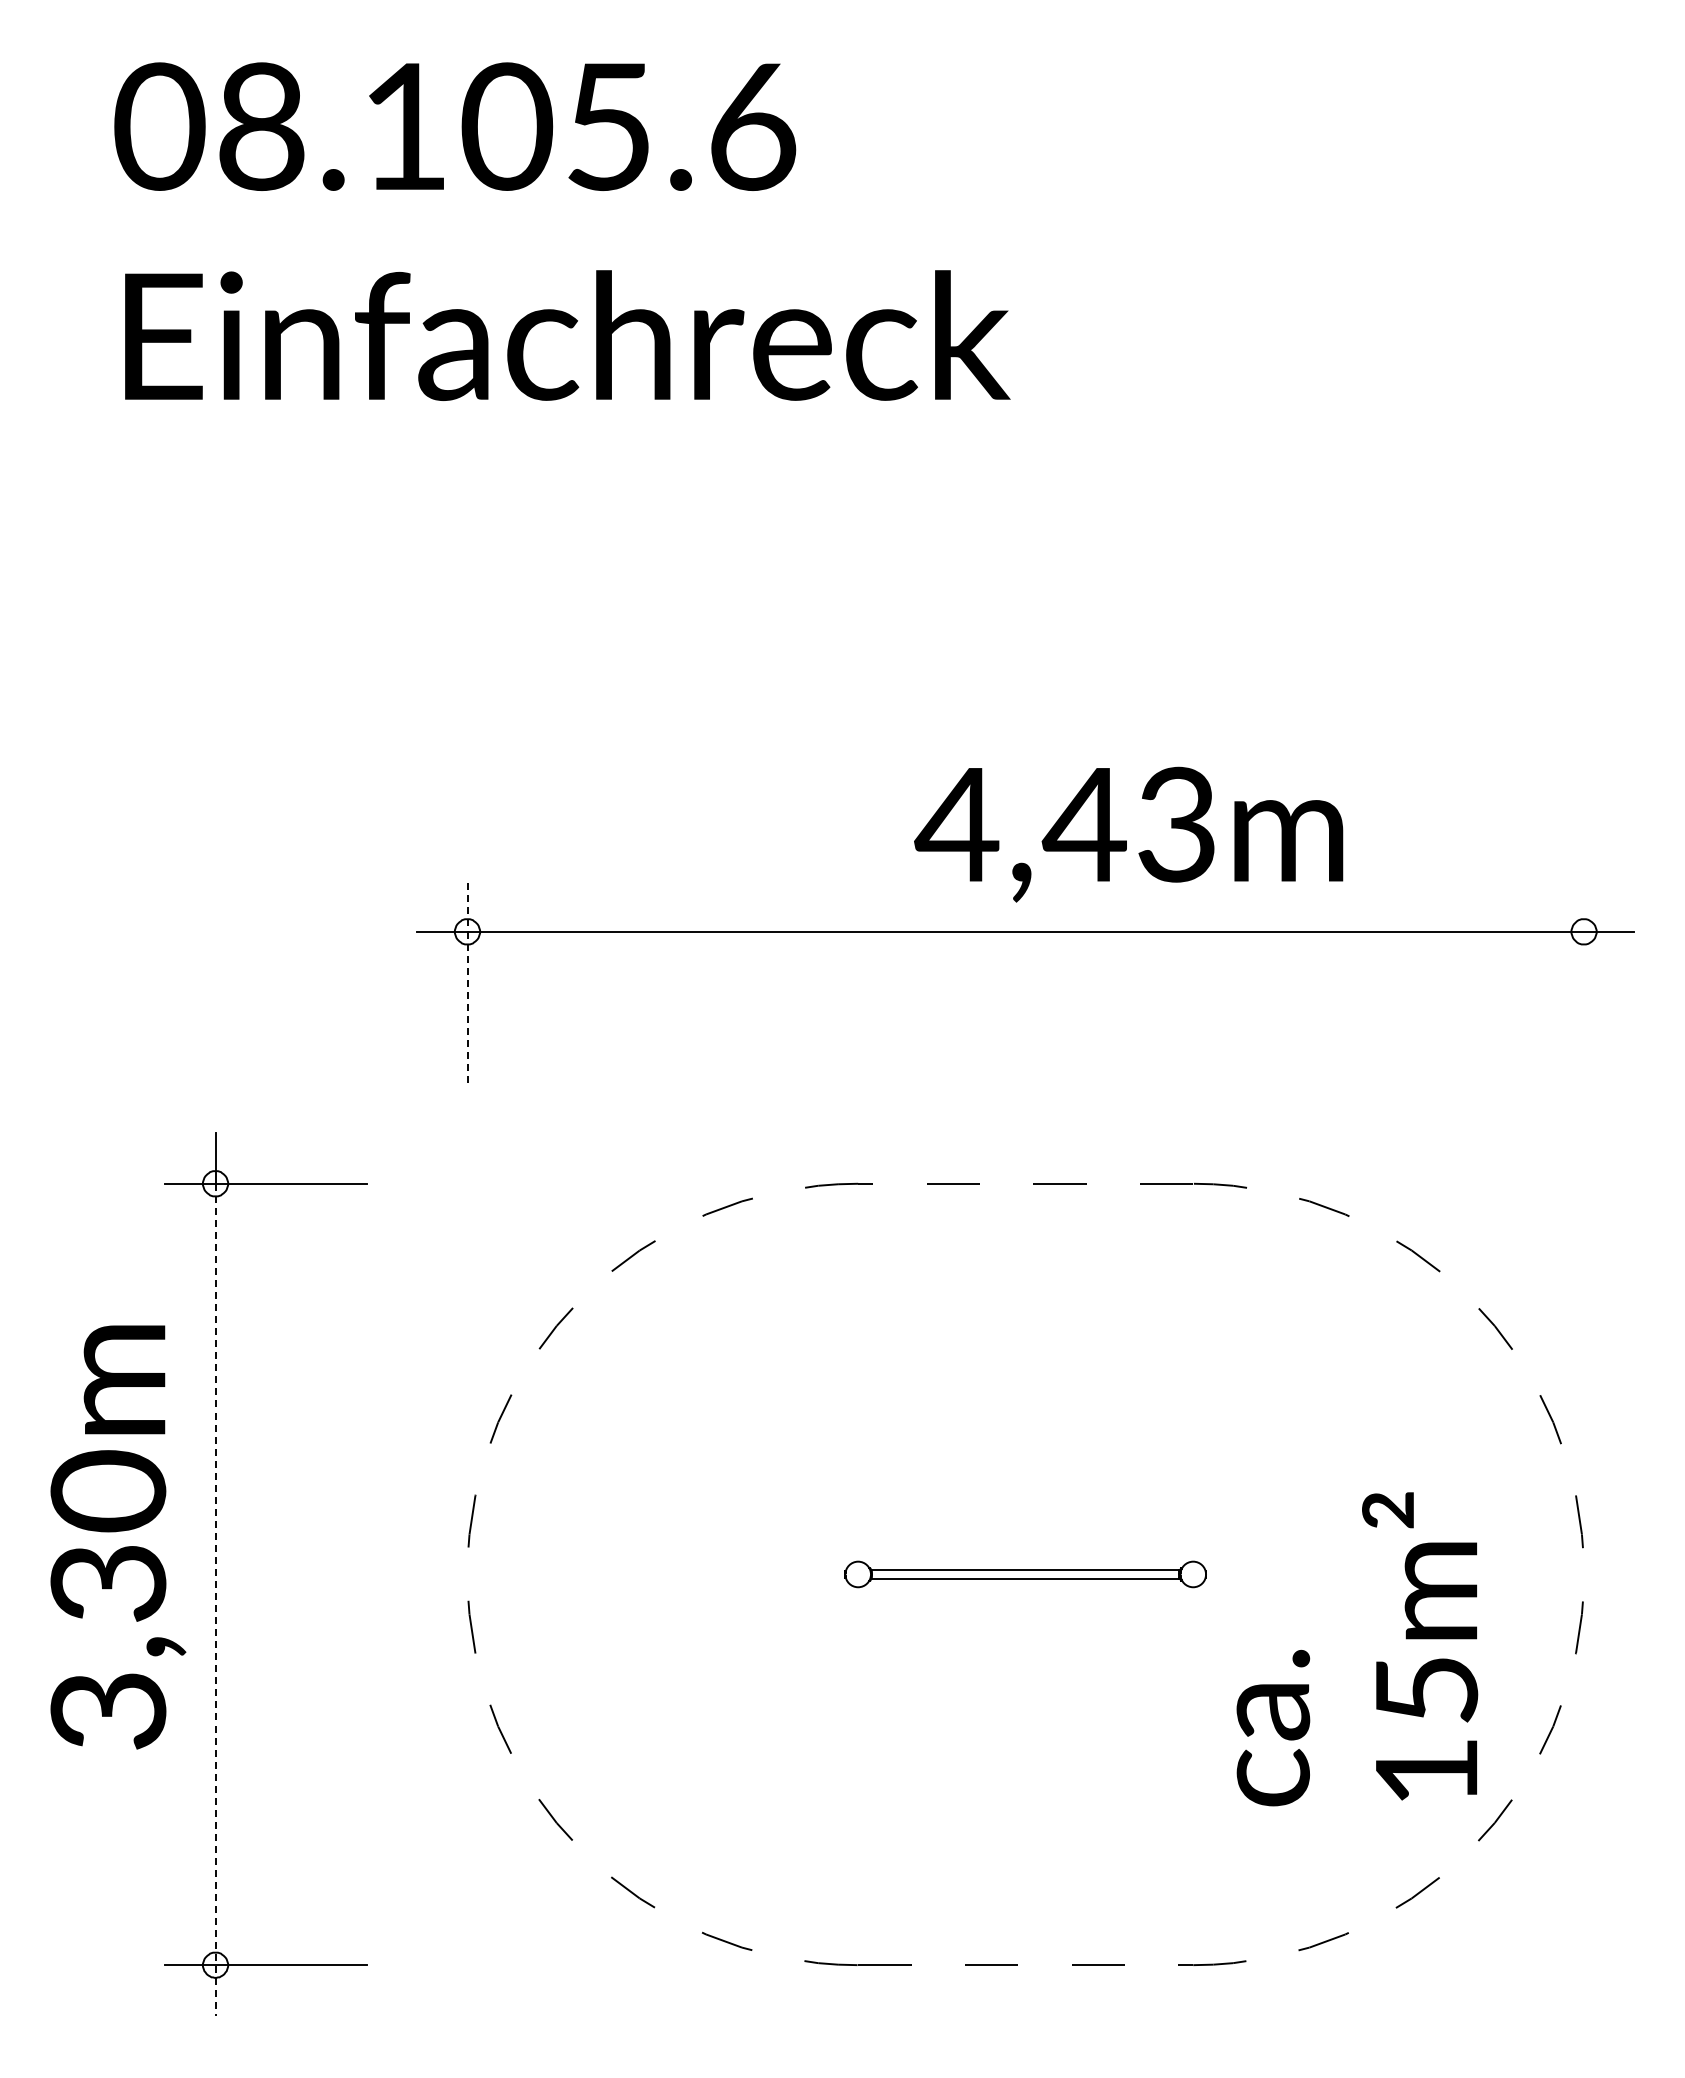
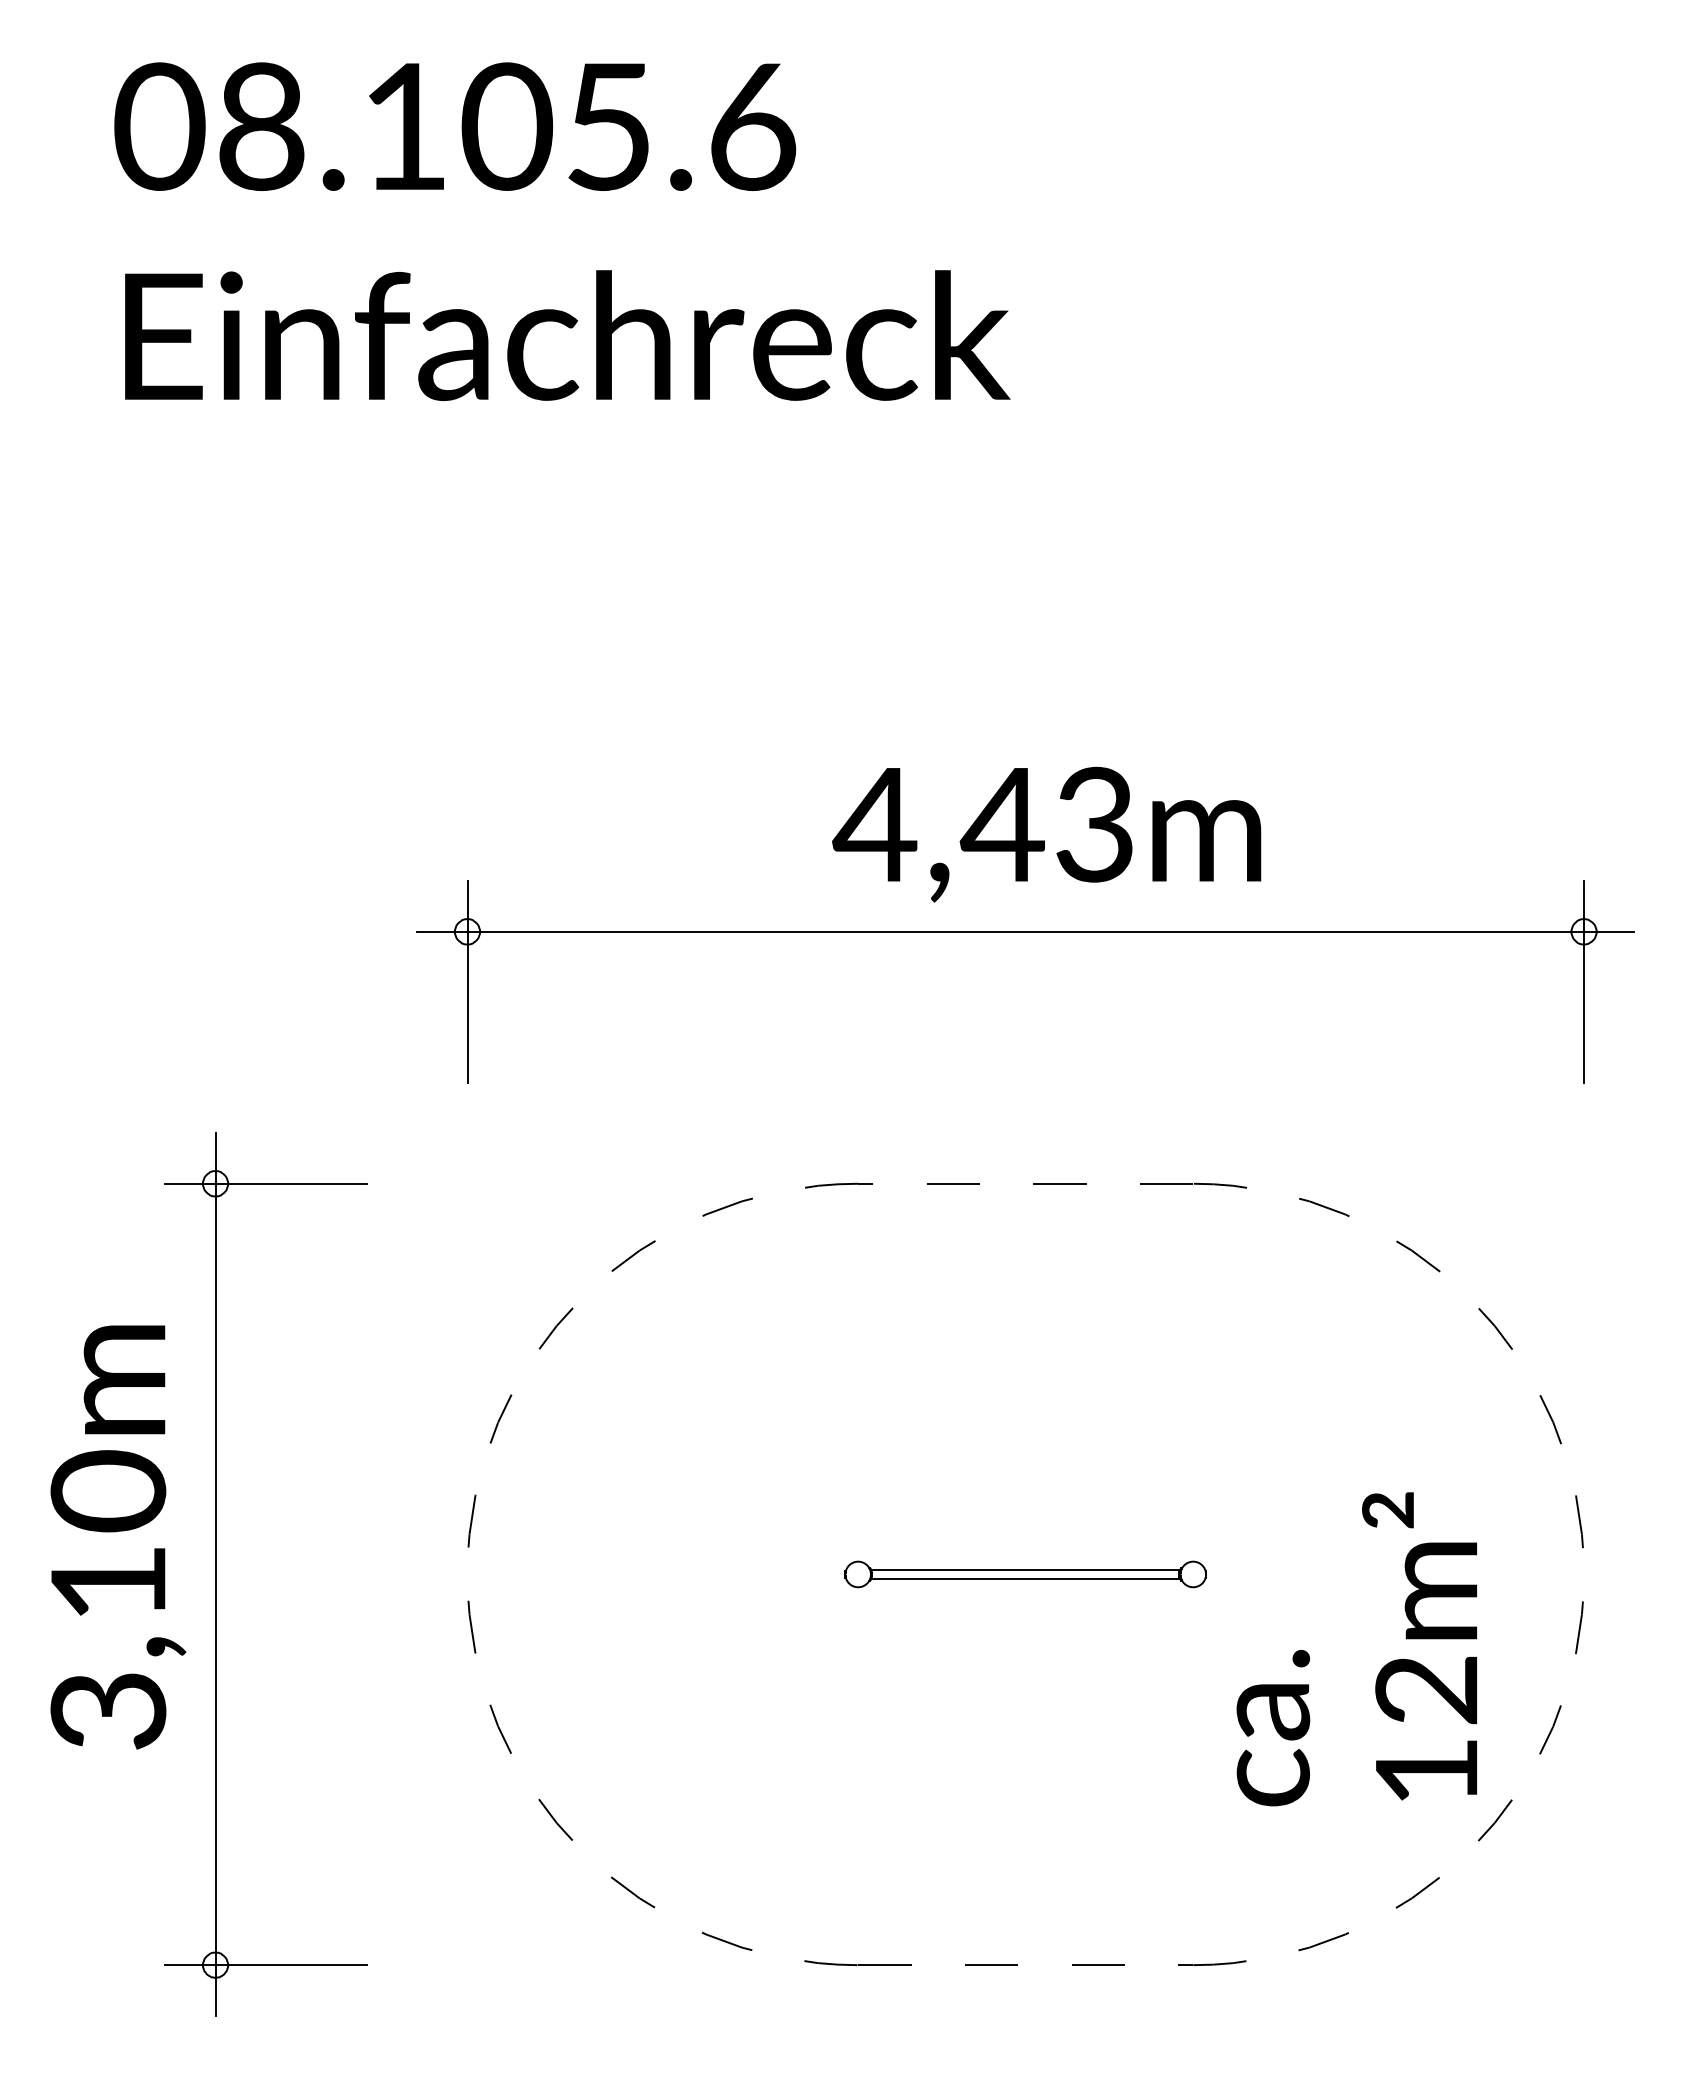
text at (1128, 834) position: (1128, 834) -> (1046, 834)
line at (1584, 981): none -> present
line at (467, 982): dashed -> solid
text at (108, 1583): 3,30m -> 3,10m
line at (215, 1599): dashed -> solid
text at (1426, 1690): 15m² -> 12m²
